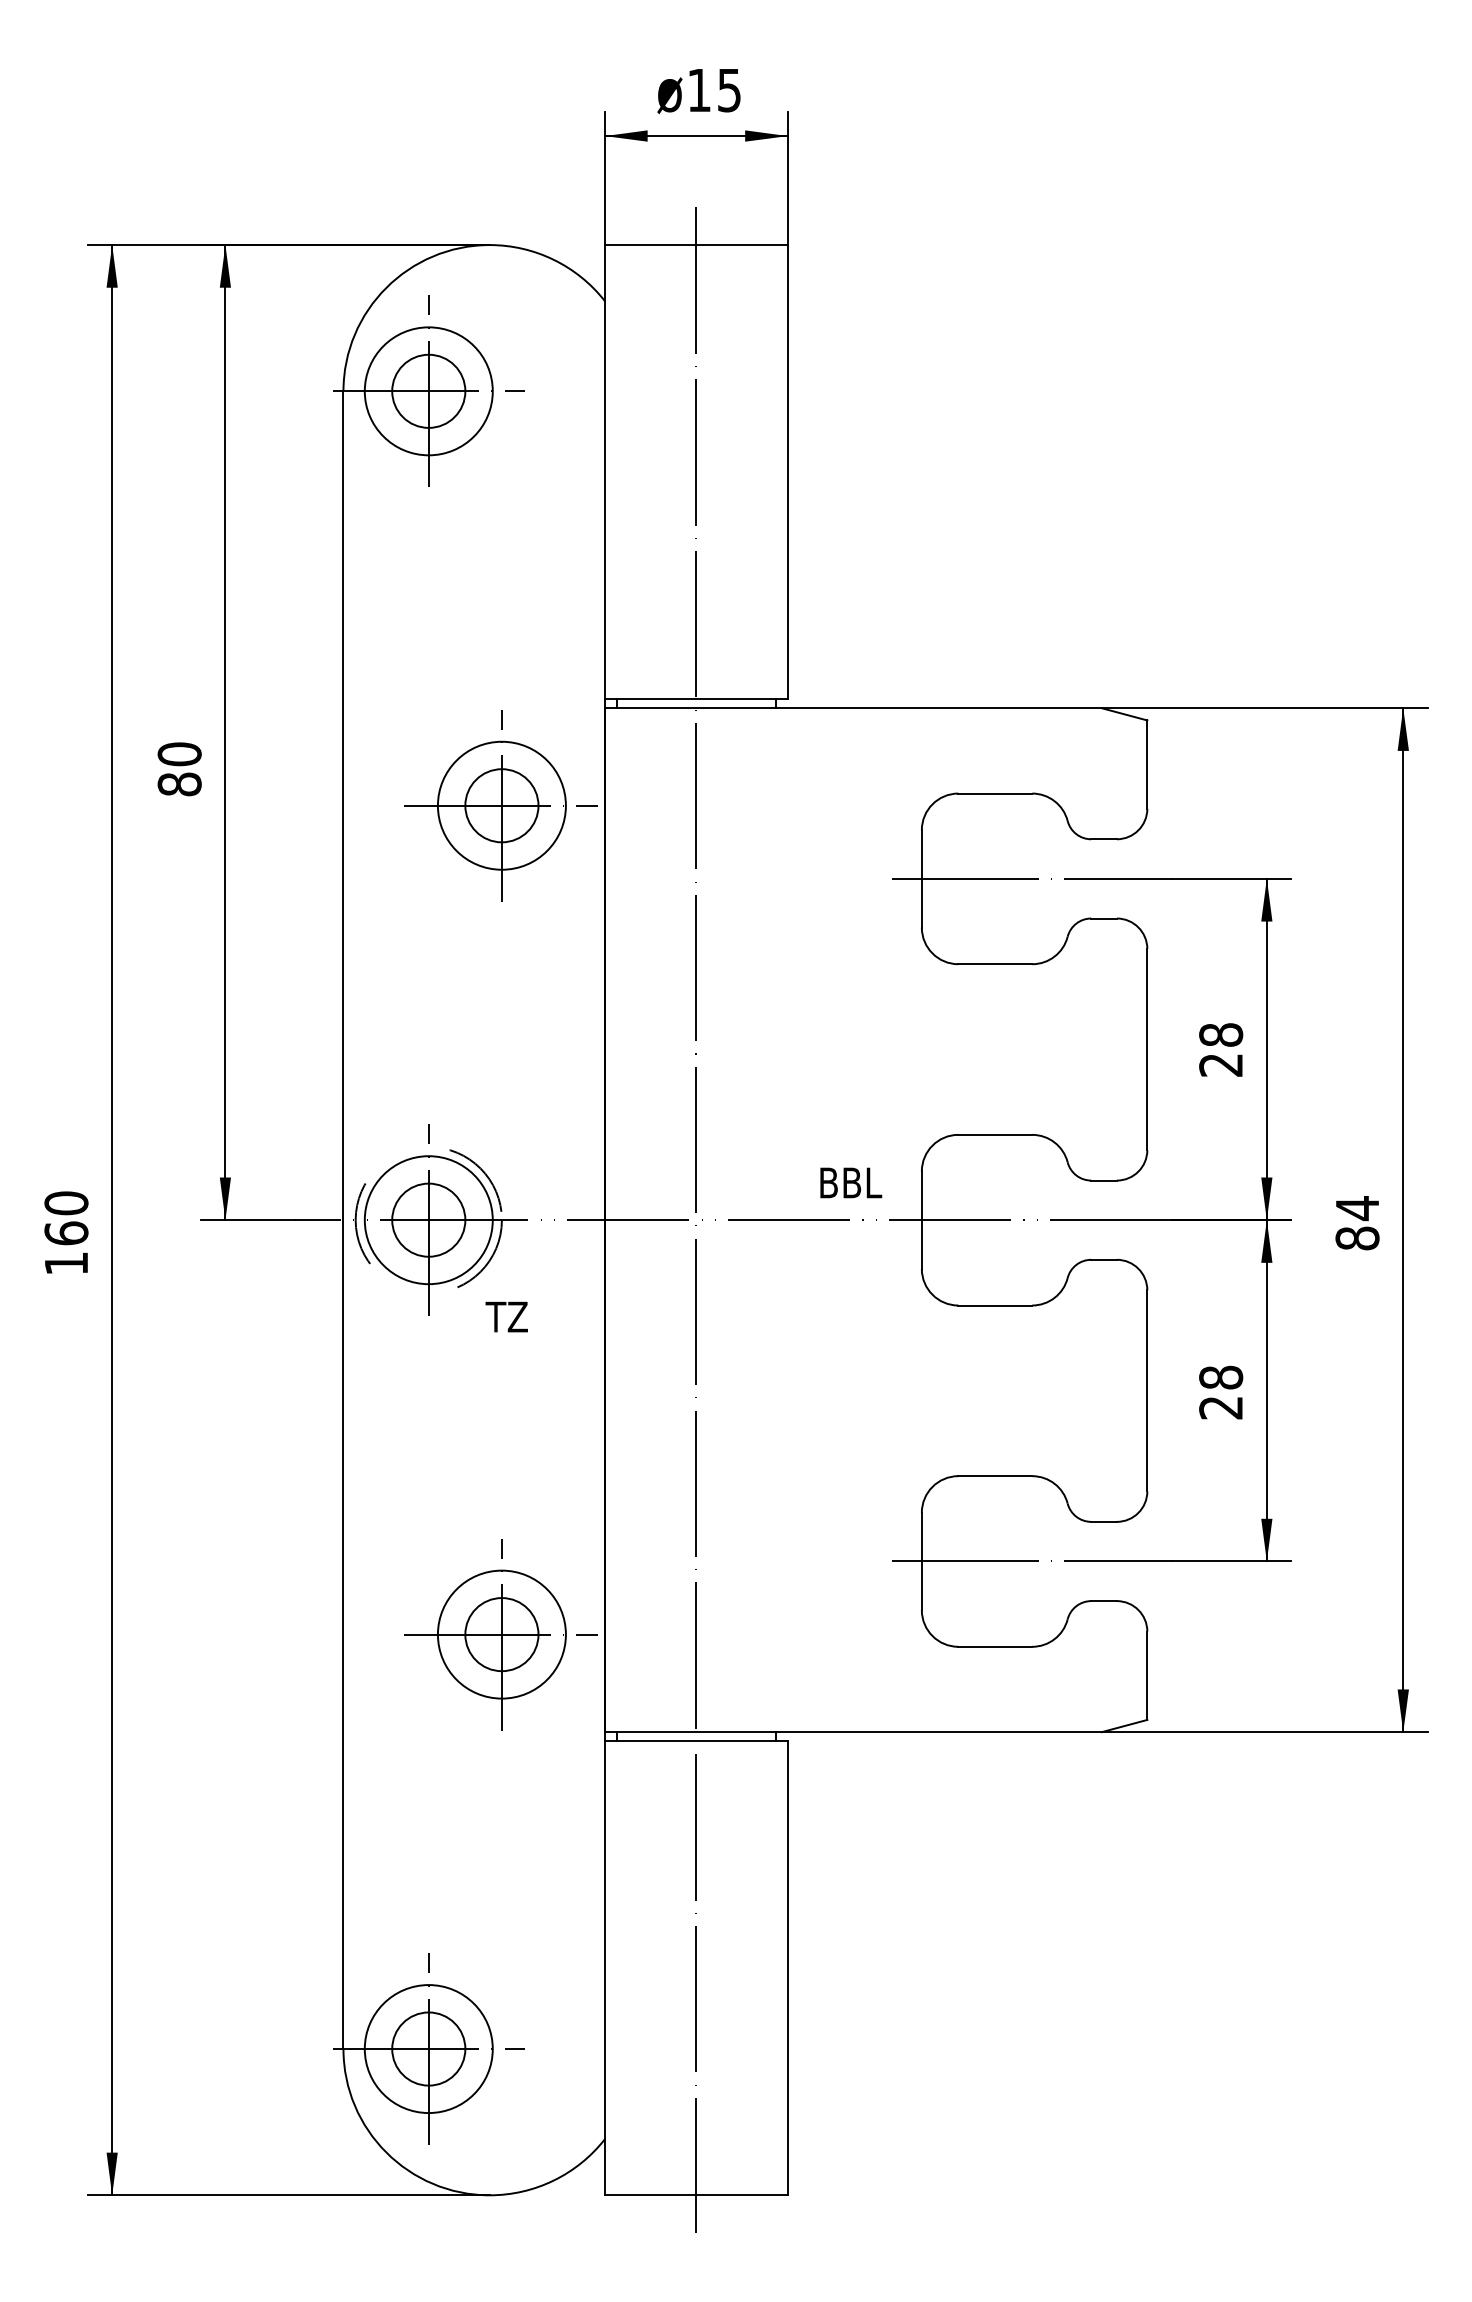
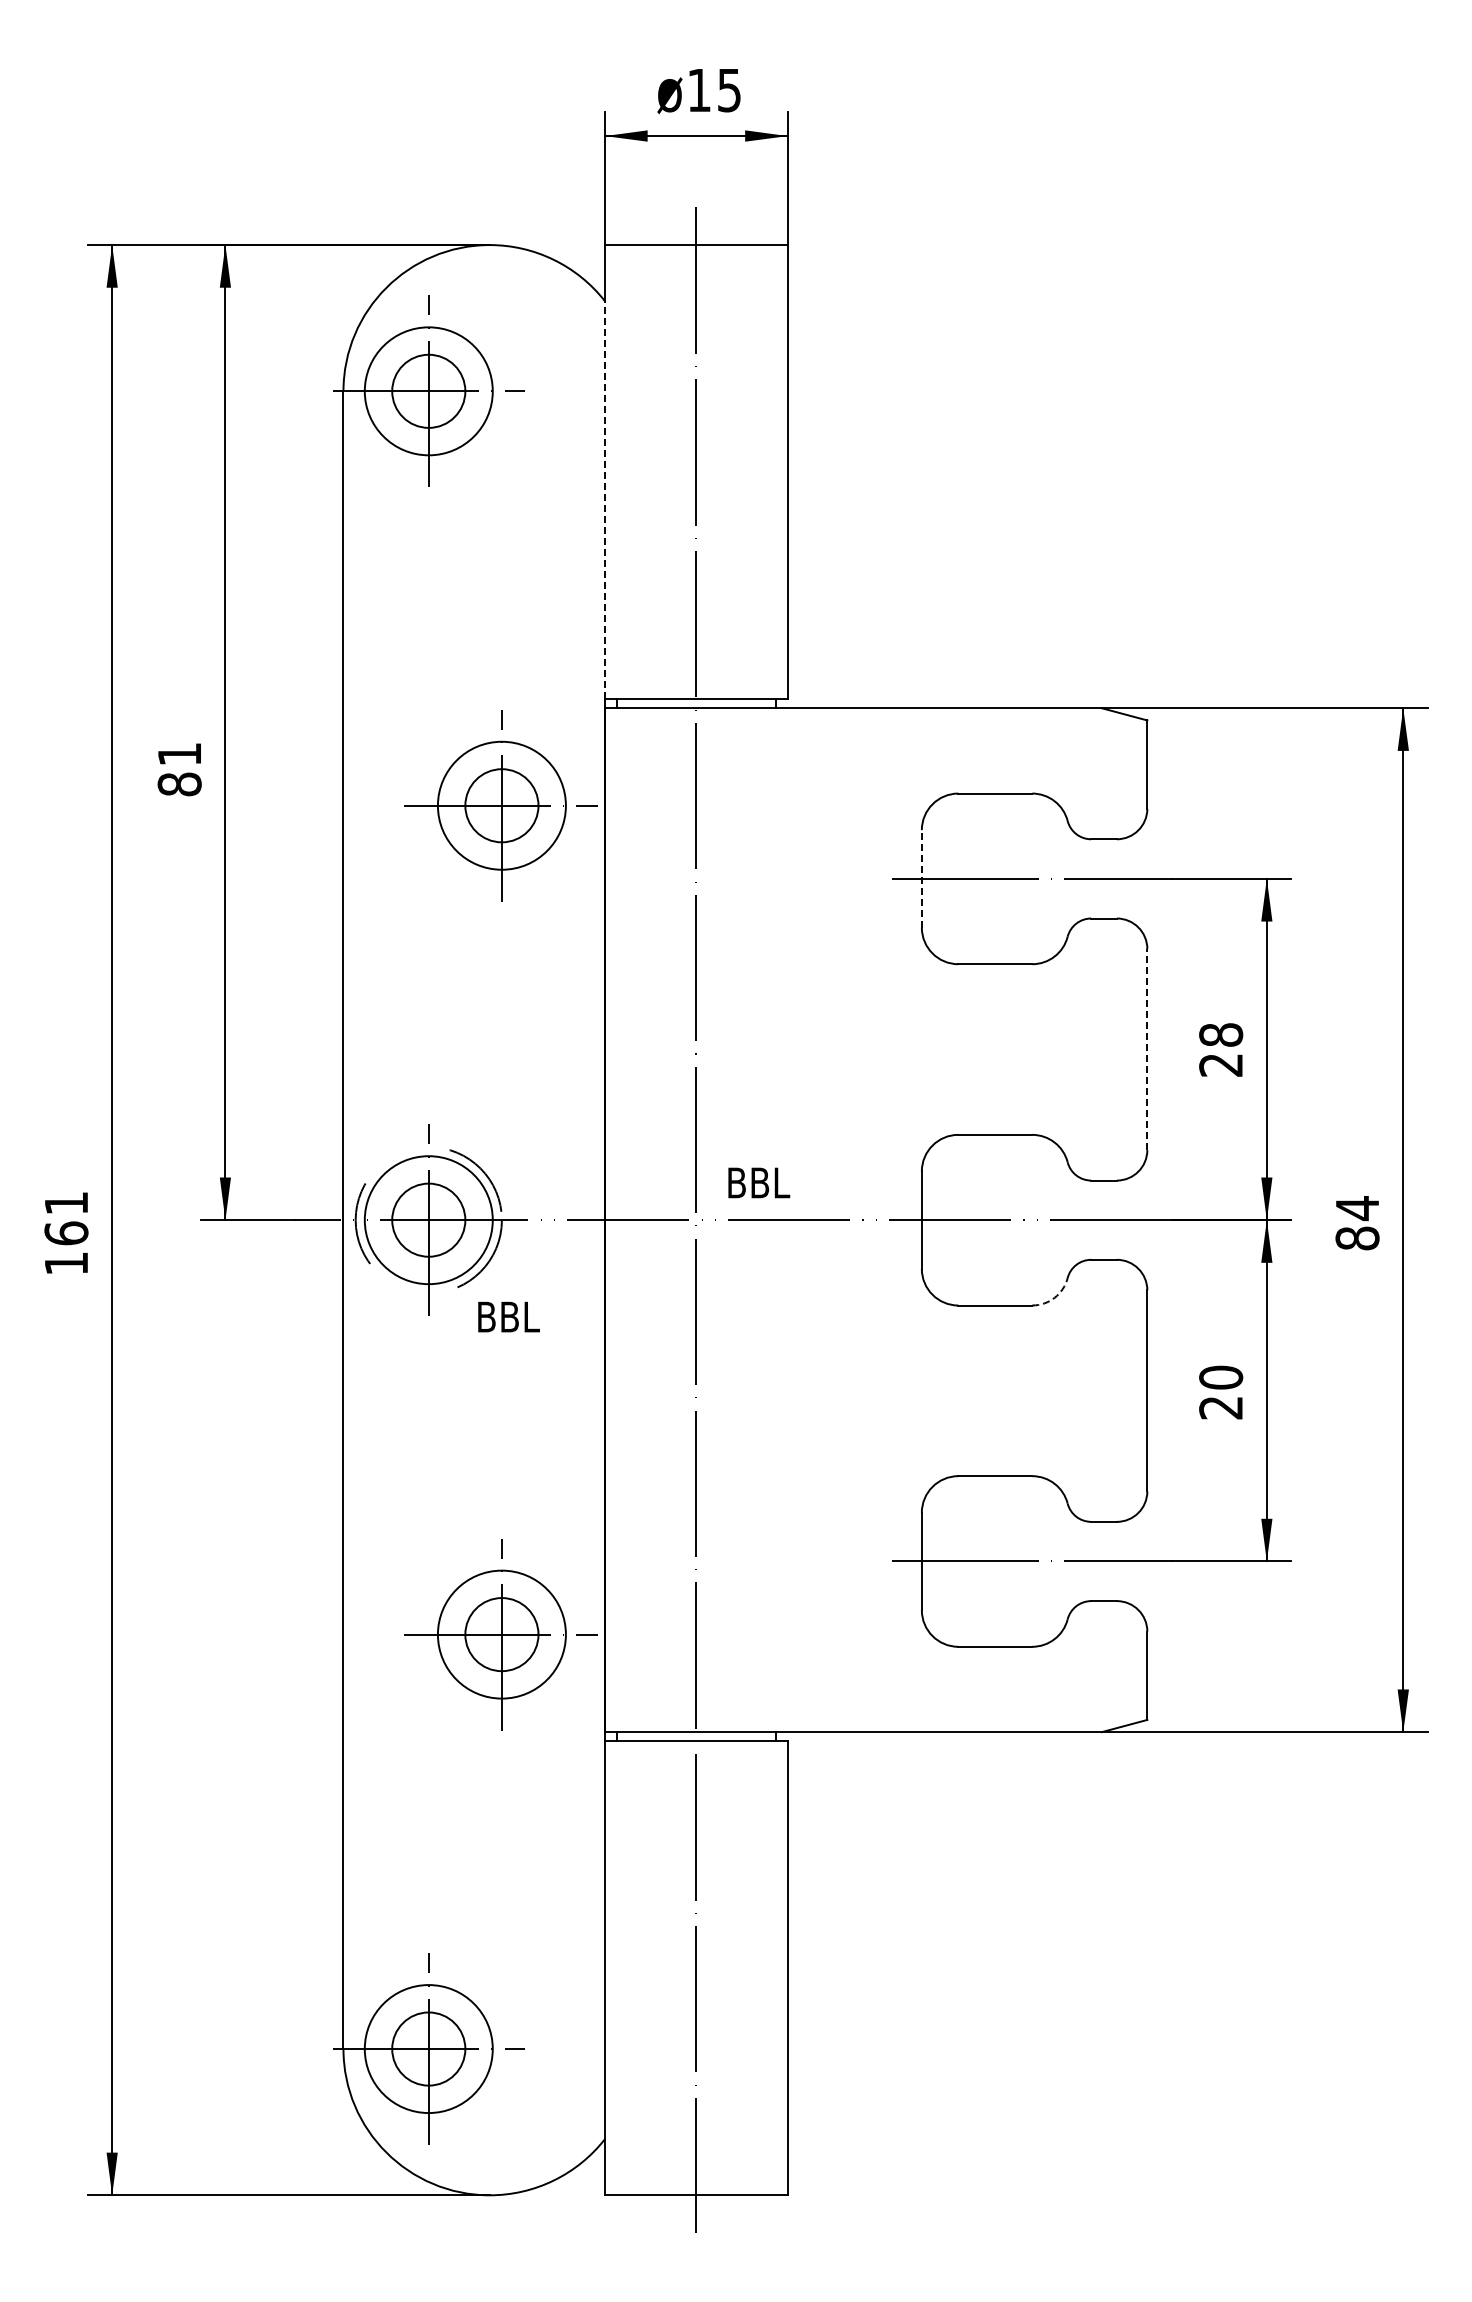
line at (604, 500): solid -> dashed
text at (179, 754): 80 -> 81
line at (921, 878): solid -> dashed
line at (1147, 1049): solid -> dashed
text at (851, 1182) position: (851, 1182) -> (759, 1182)
text at (66, 1203): 160 -> 161
arc at (1054, 1297): solid -> dashed
text at (508, 1316): TZ -> BBL
text at (1221, 1377): 28 -> 20
